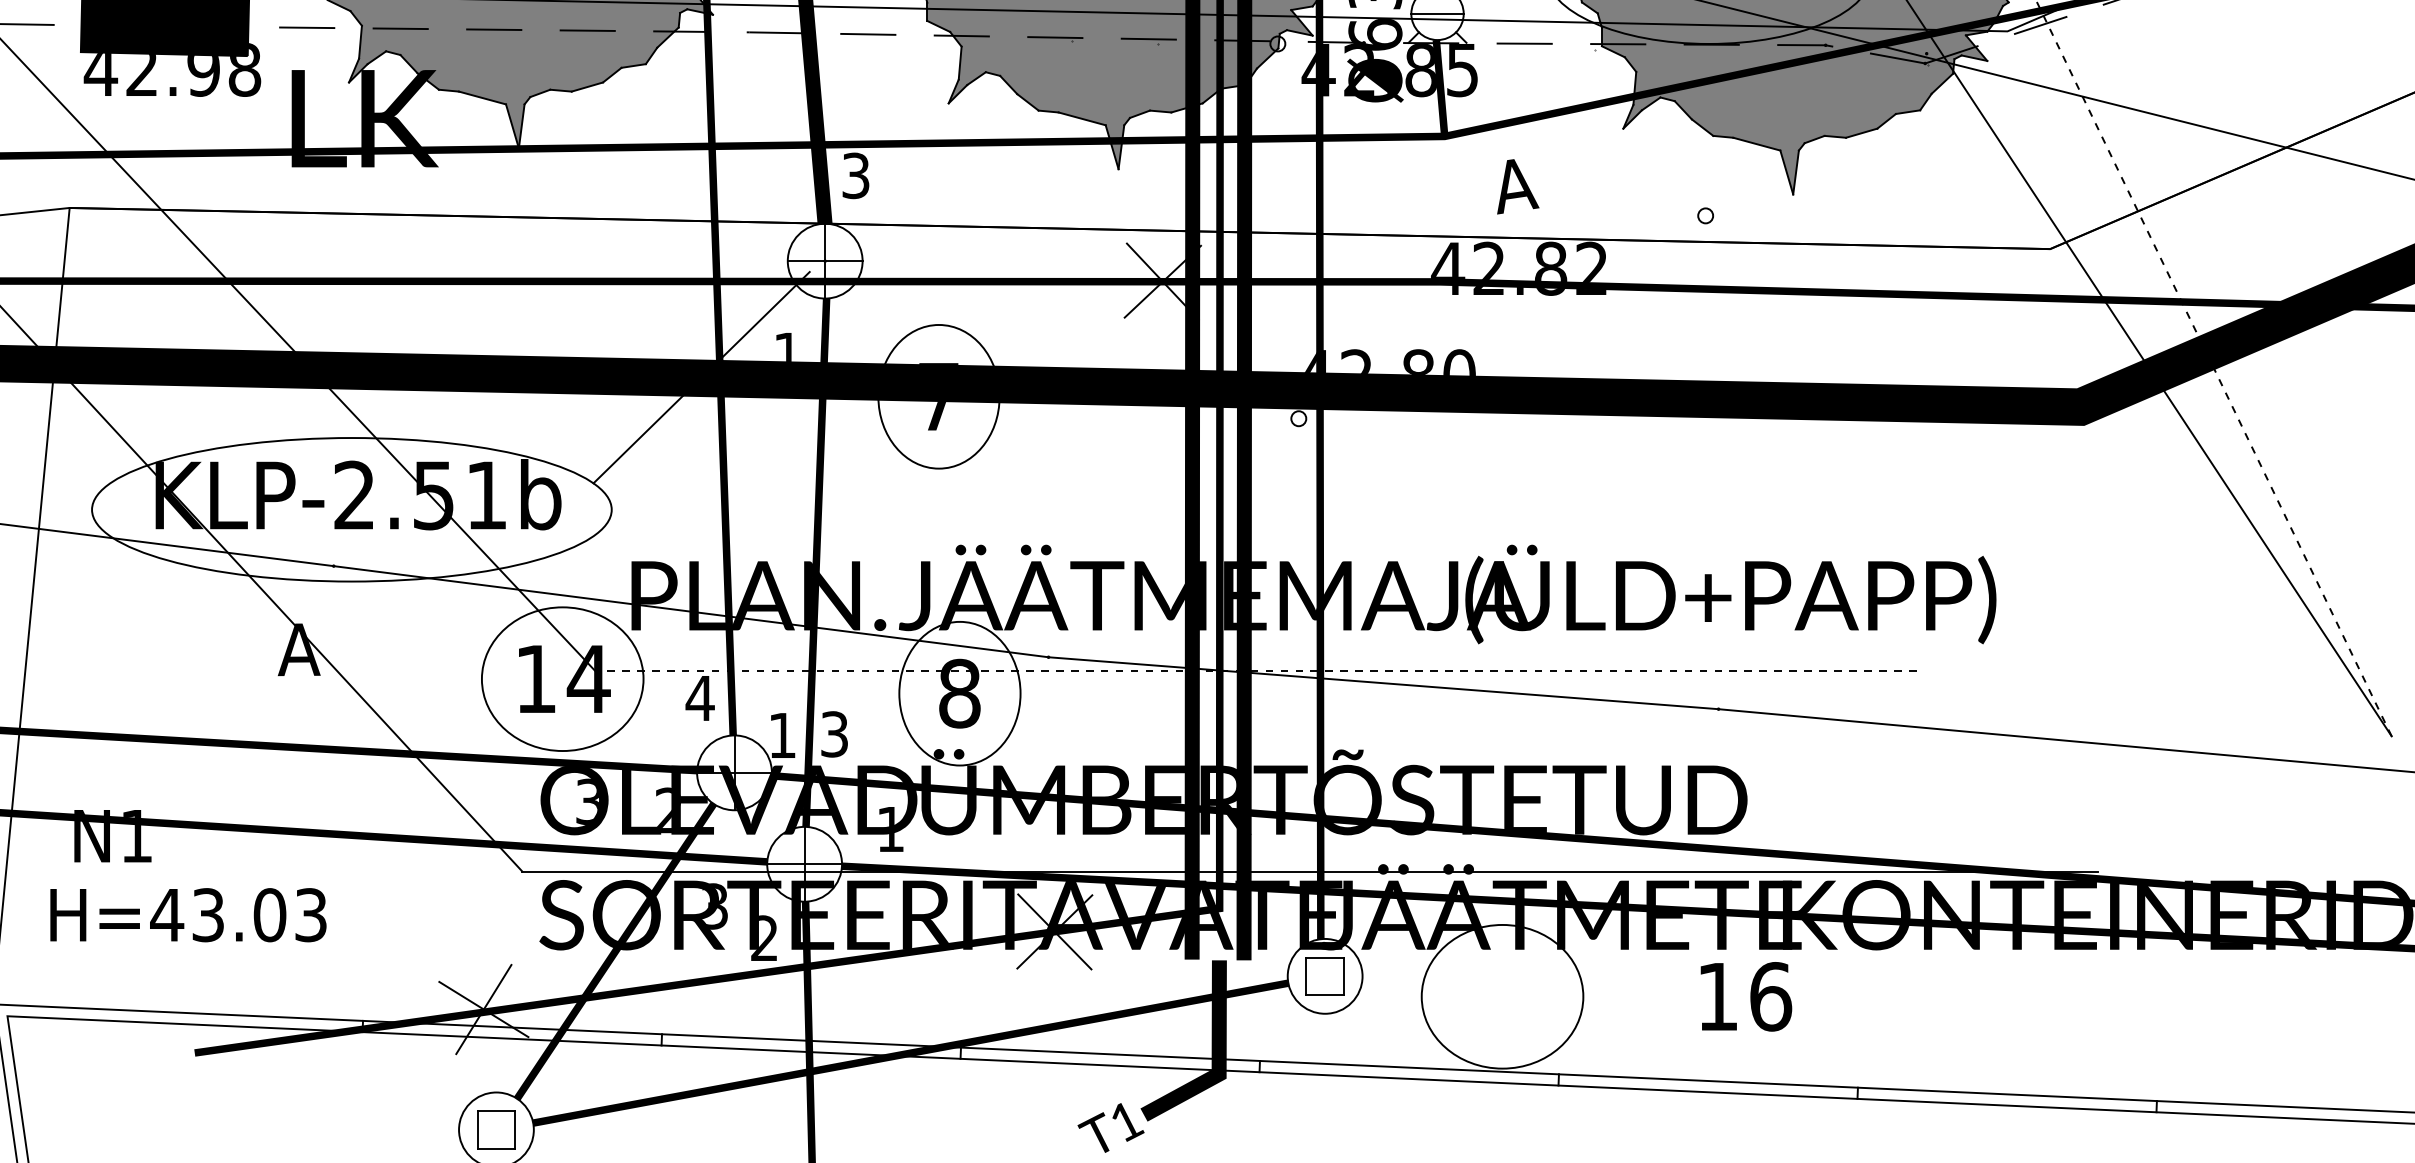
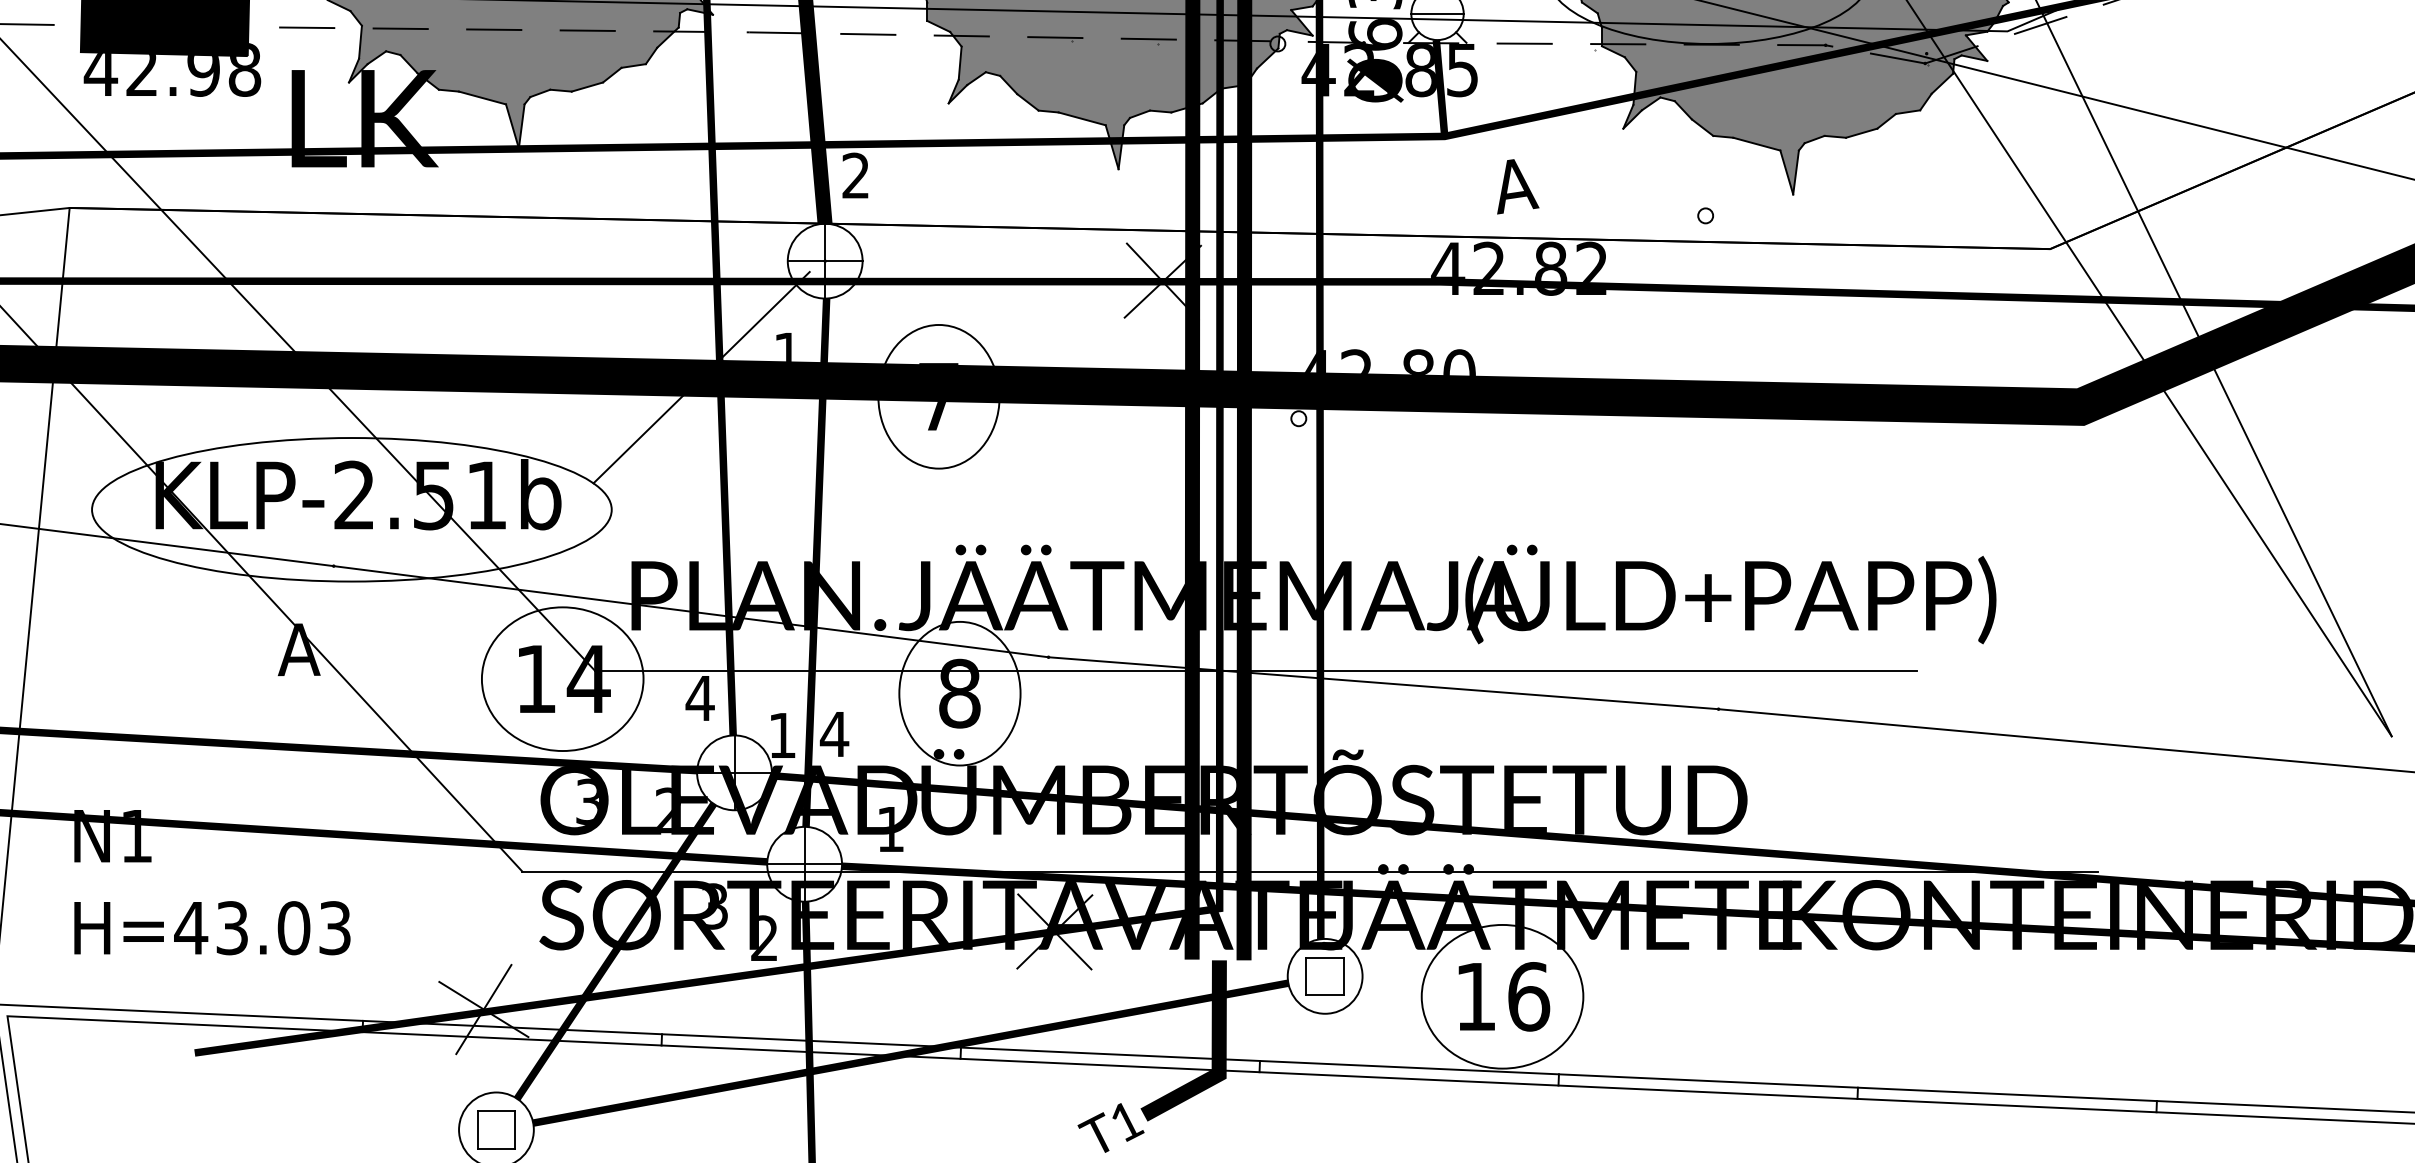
text at (855, 175): 3 -> 2
line at (2213, 368): dashed -> solid
line at (1255, 670): dashed -> solid
text at (834, 734): 3 -> 4
text at (188, 915) position: (188, 915) -> (212, 928)
text at (1746, 996) position: (1746, 996) -> (1504, 996)
